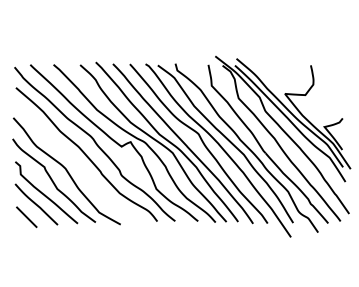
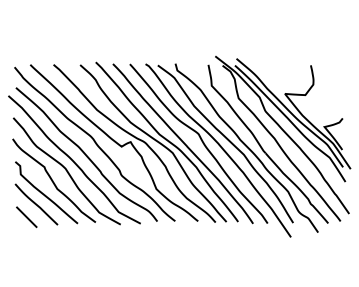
curve at (73, 160): none -> present
